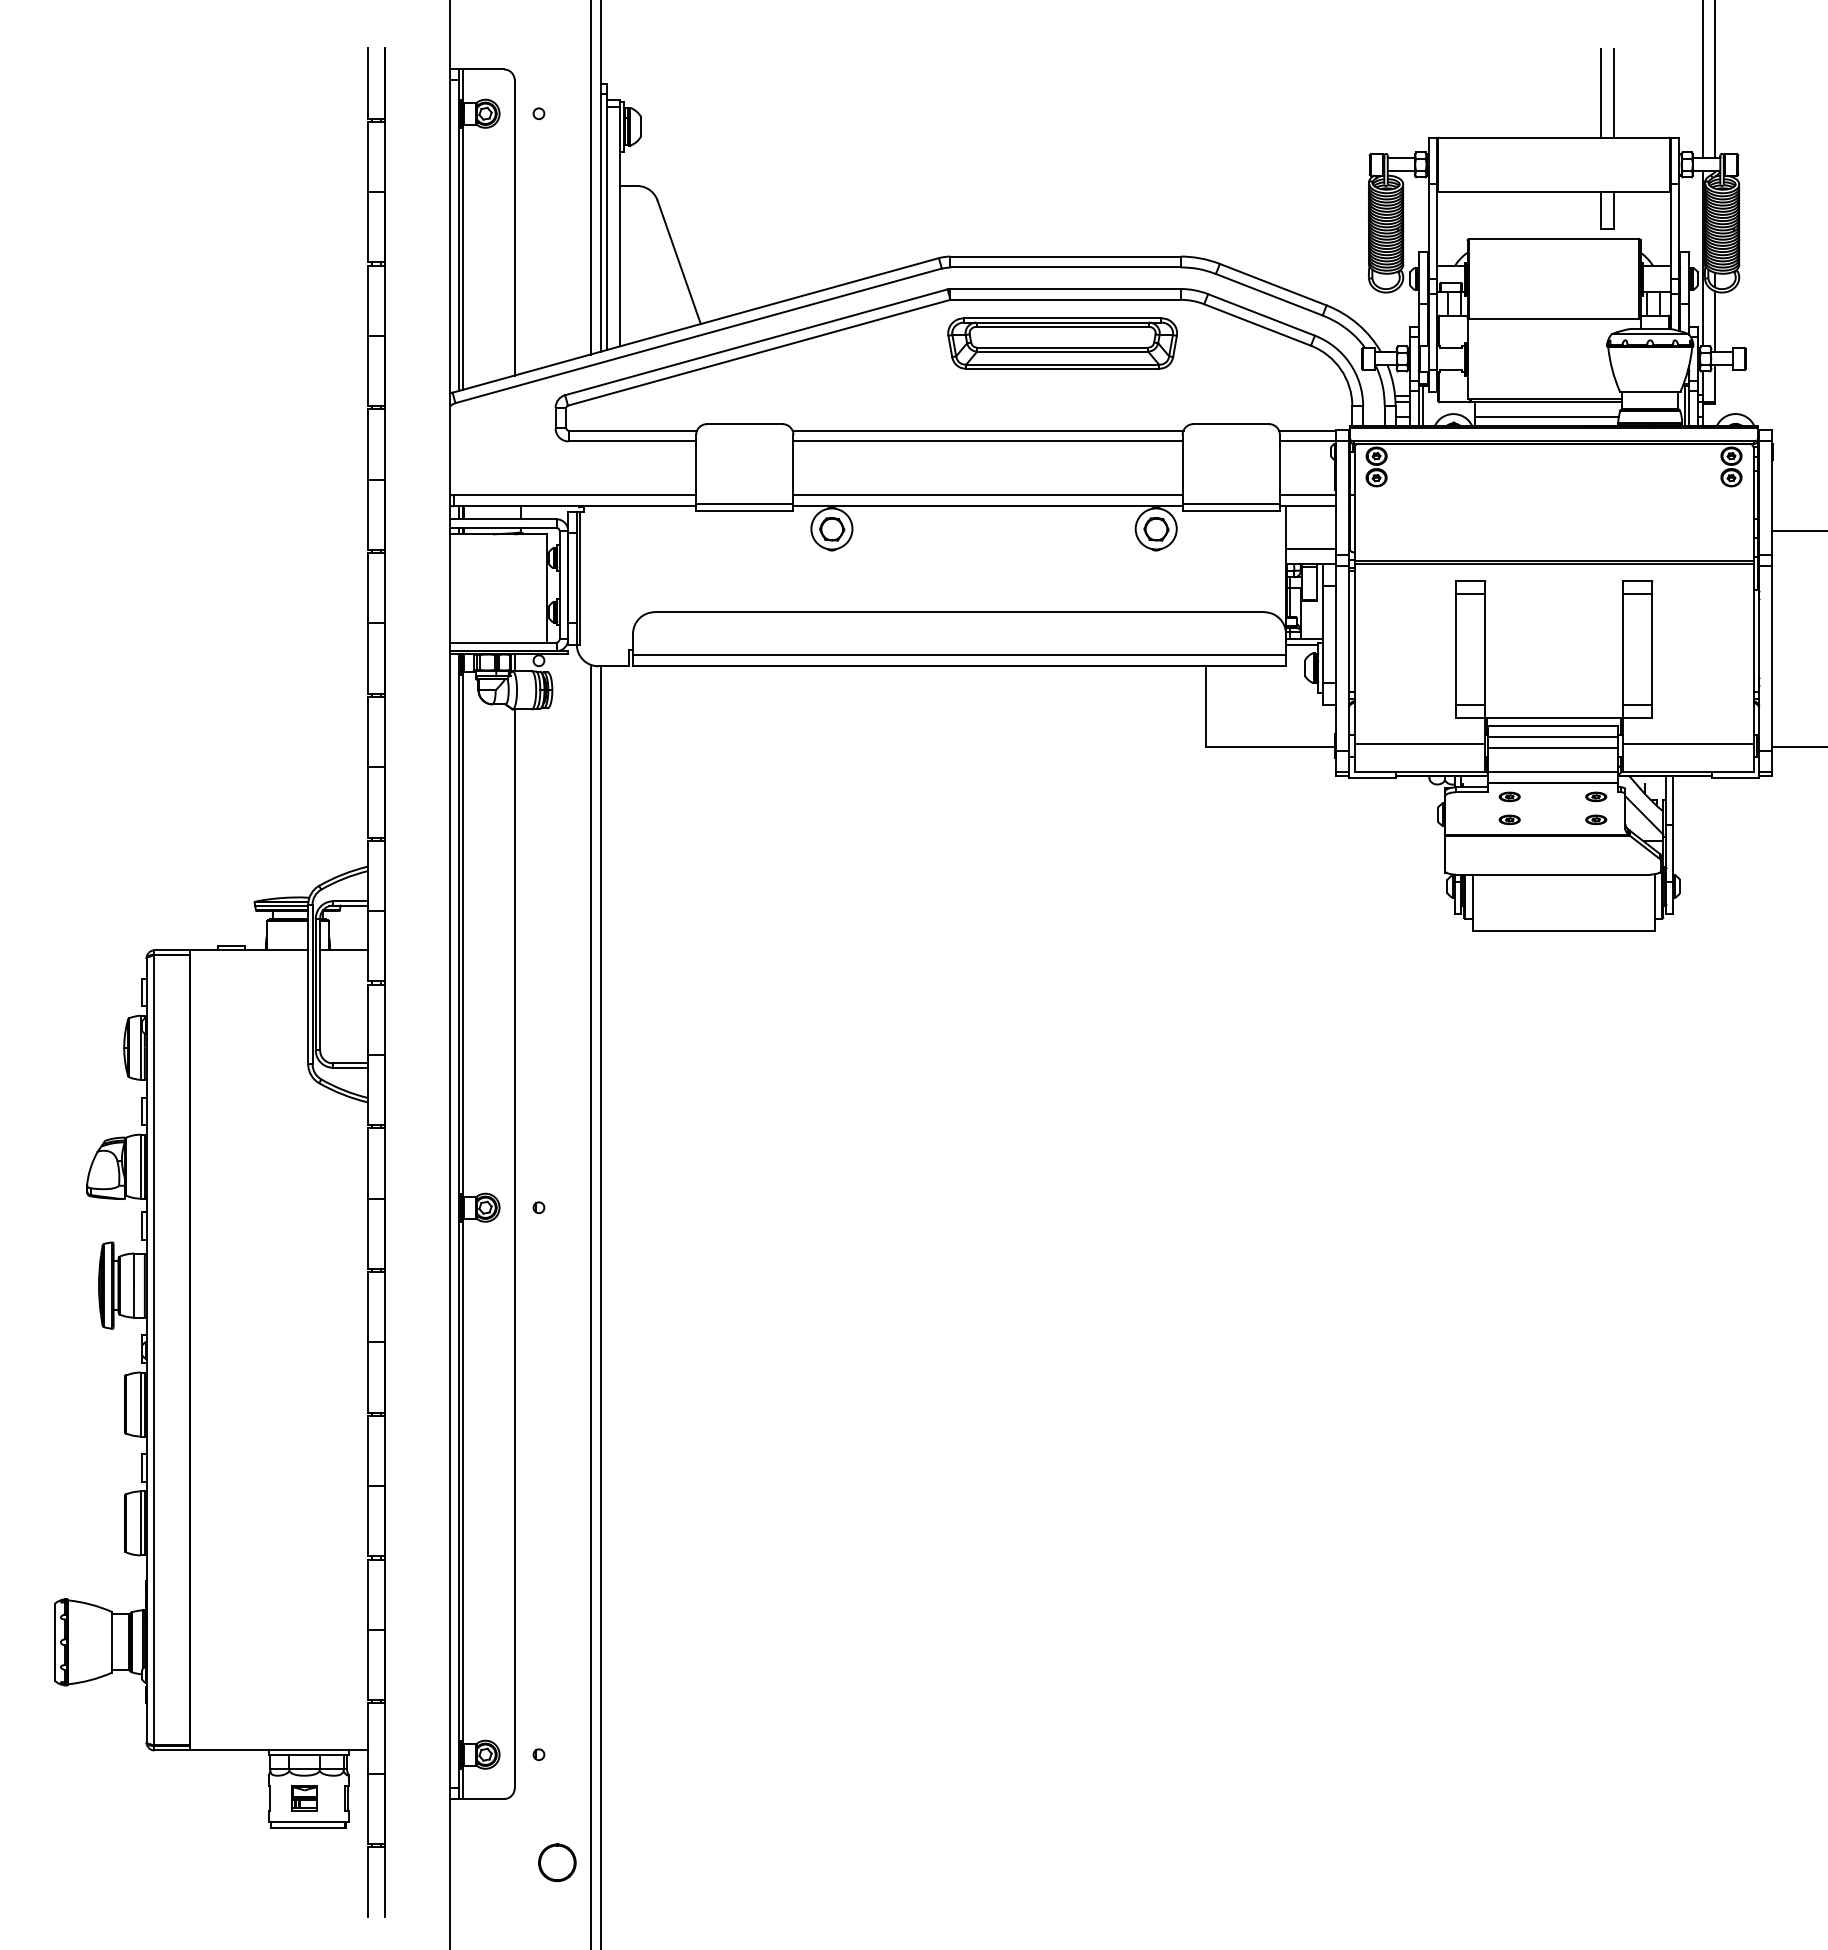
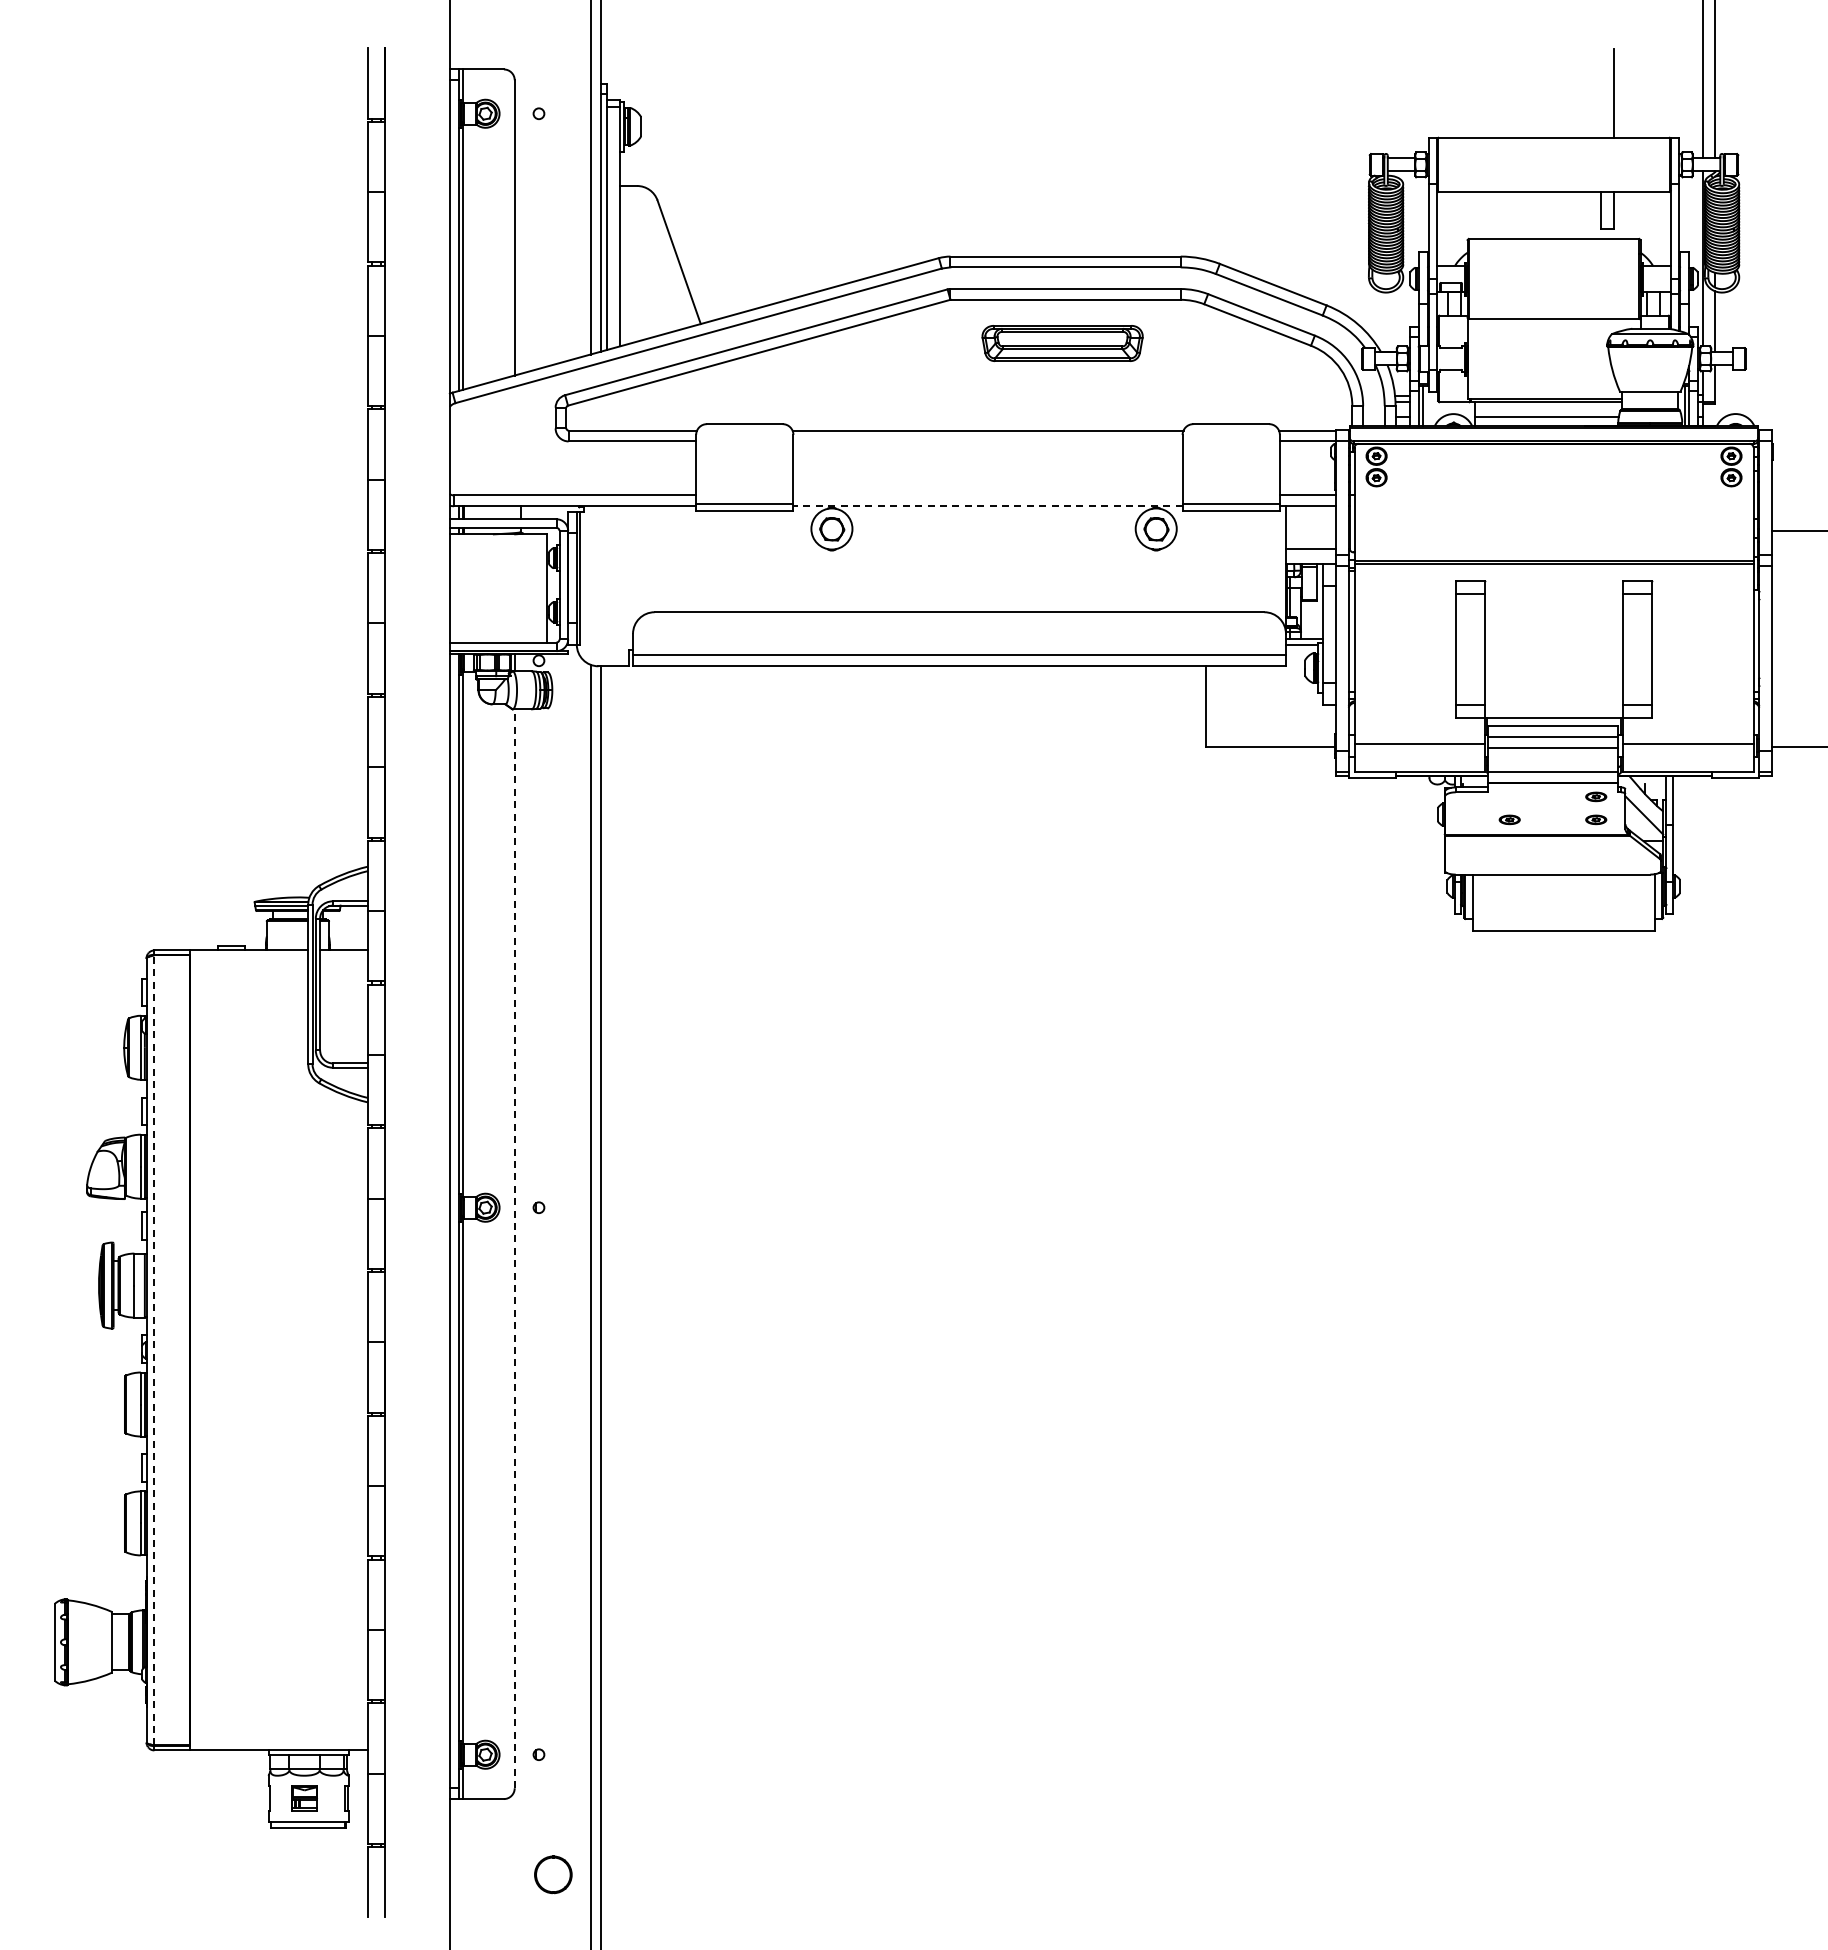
line at (1601, 92): present -> none
part at (1062, 343) size: 231x53 px -> 163x37 px
line at (987, 441): present -> none
line at (987, 495): present -> none
line at (988, 506): solid -> dashed
part at (1509, 796): present -> none
line at (514, 1248): solid -> dashed
line at (154, 1350): solid -> dashed
part at (557, 1862) position: (557, 1862) -> (553, 1874)
